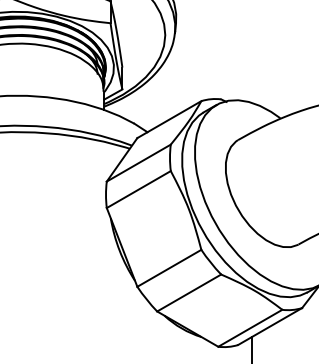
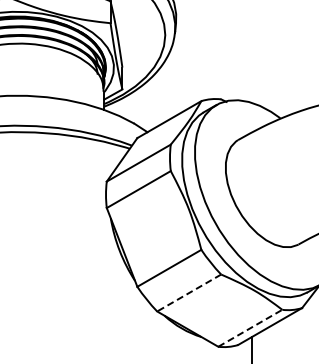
line at (189, 293): solid -> dashed
line at (250, 328): solid -> dashed
